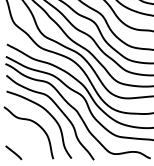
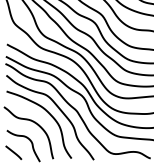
curve at (26, 138): none -> present
